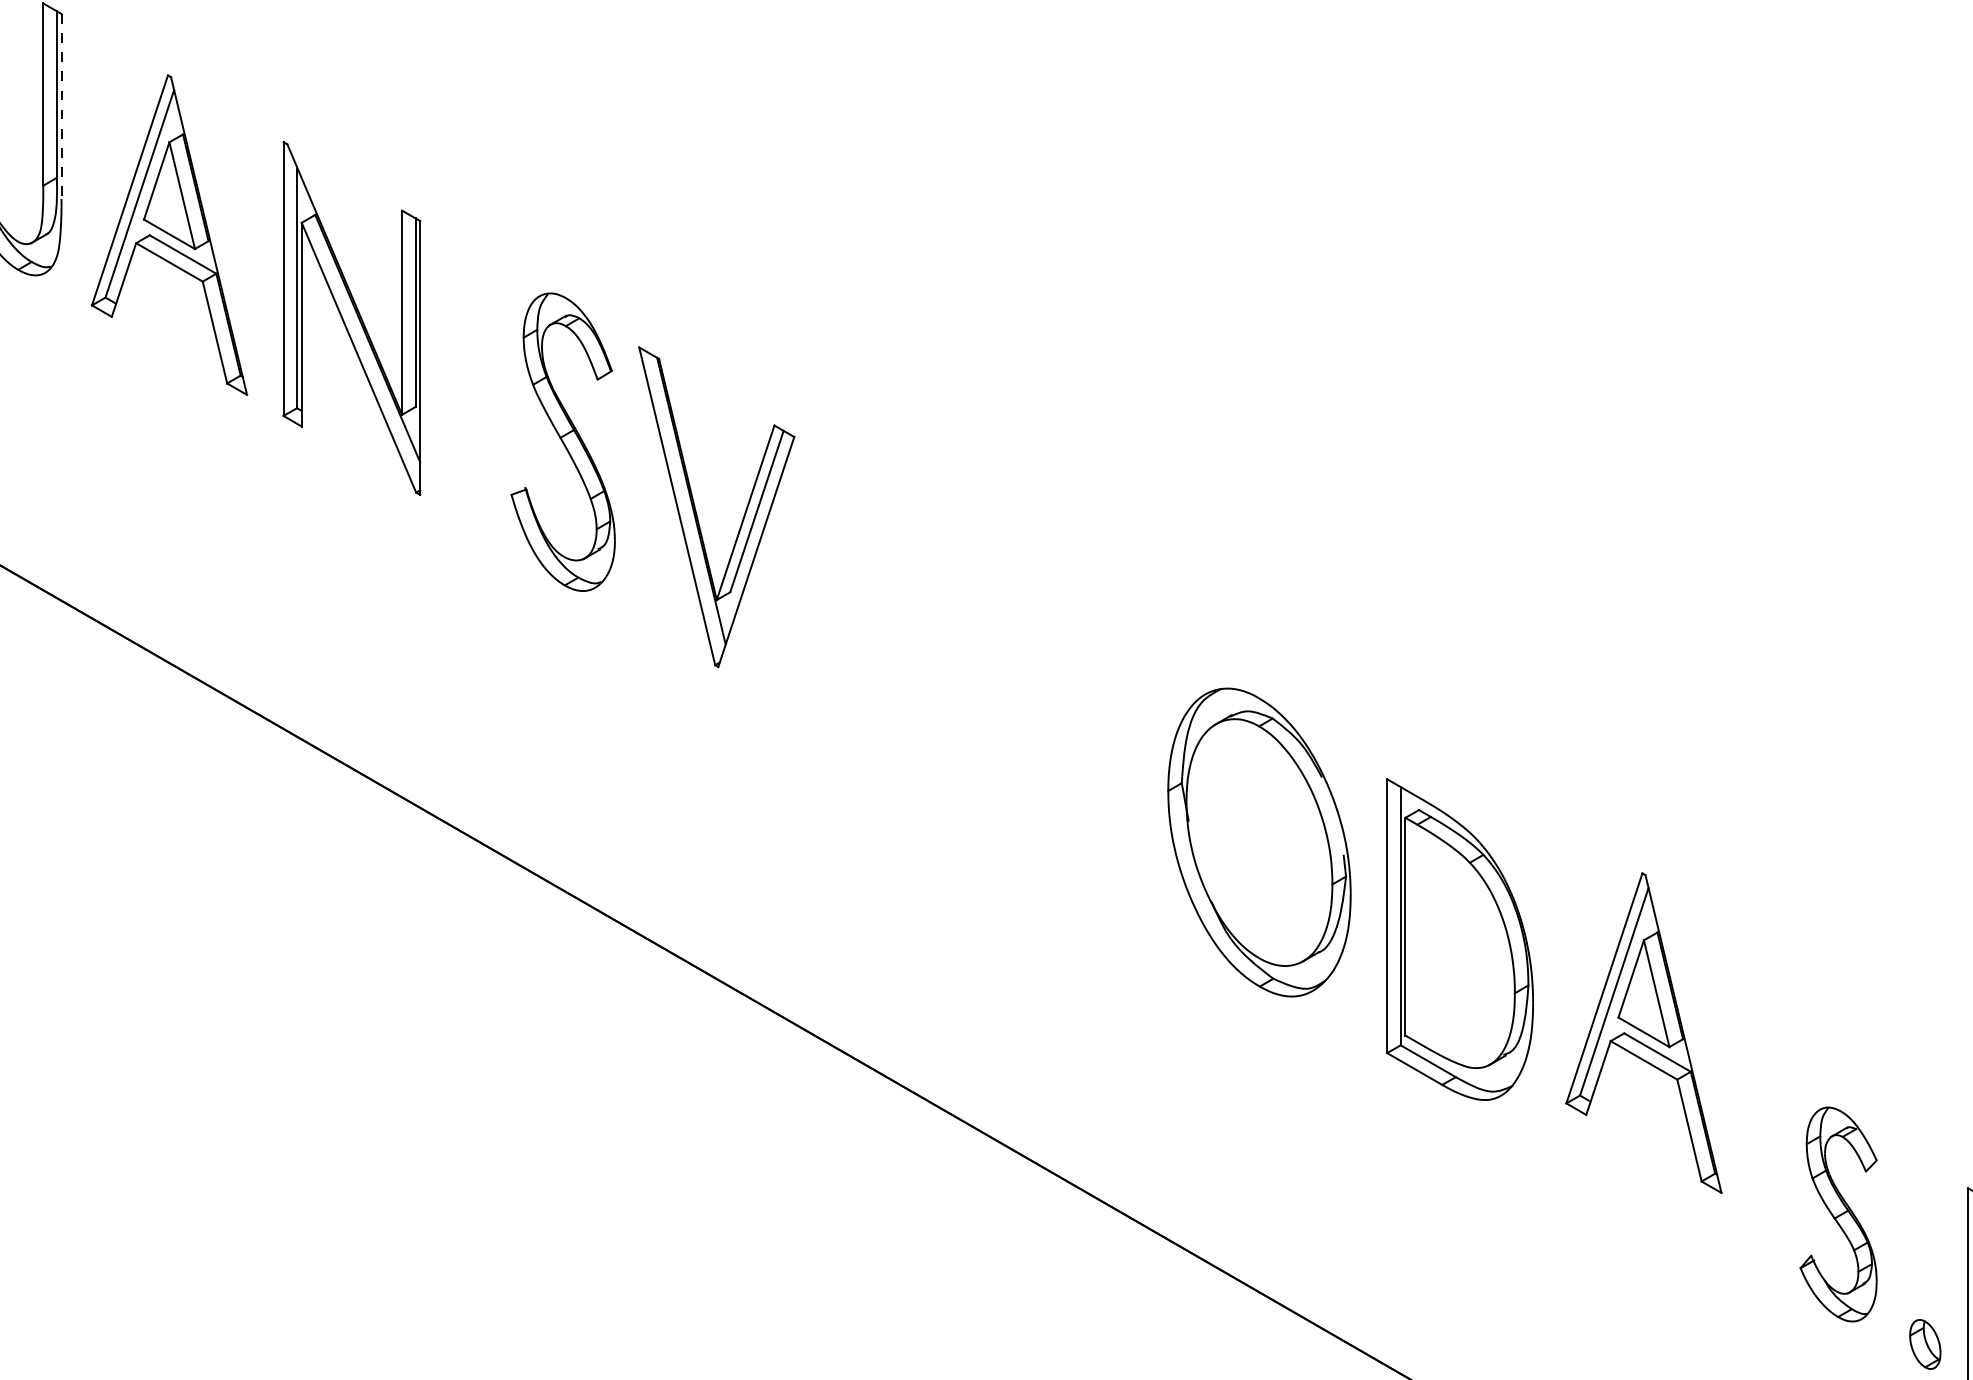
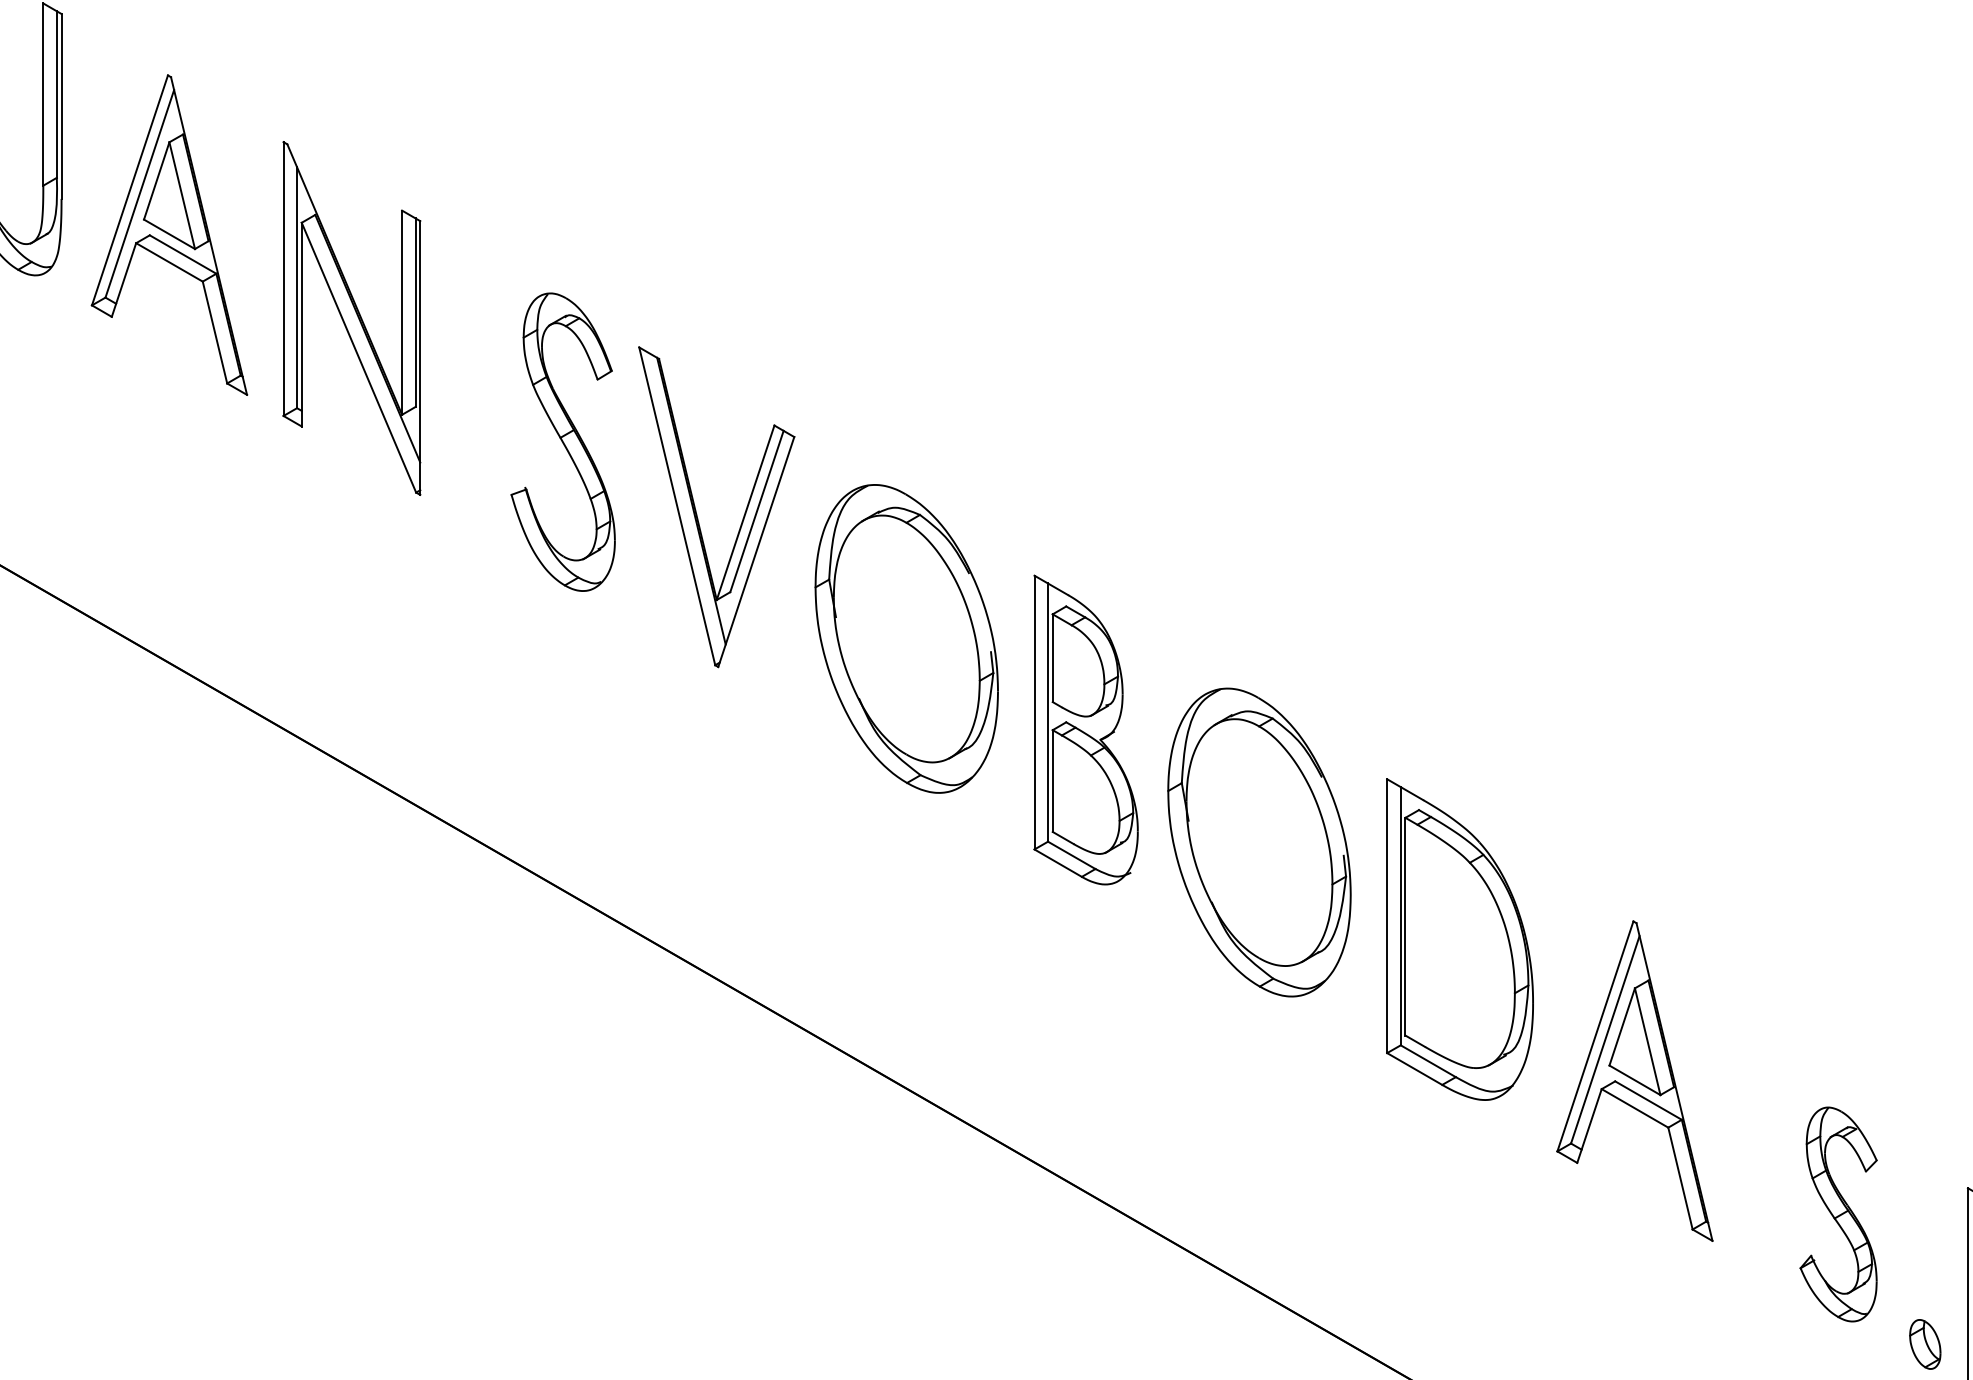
line at (61, 106): dashed -> solid
part at (906, 638): none -> present
part at (1085, 729): none -> present
part at (1643, 1032) position: (1643, 1032) -> (1634, 1080)
